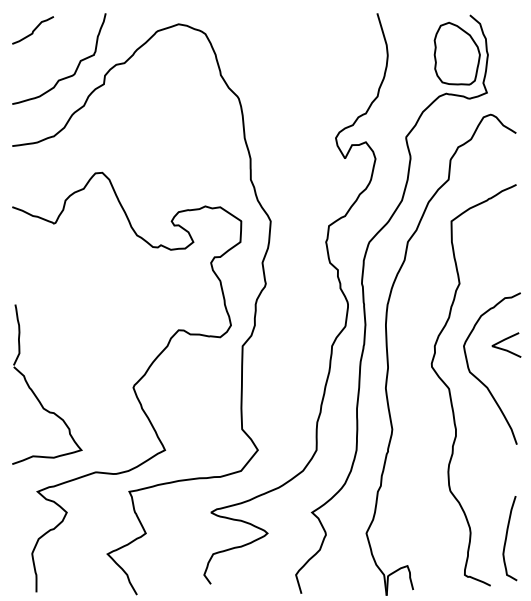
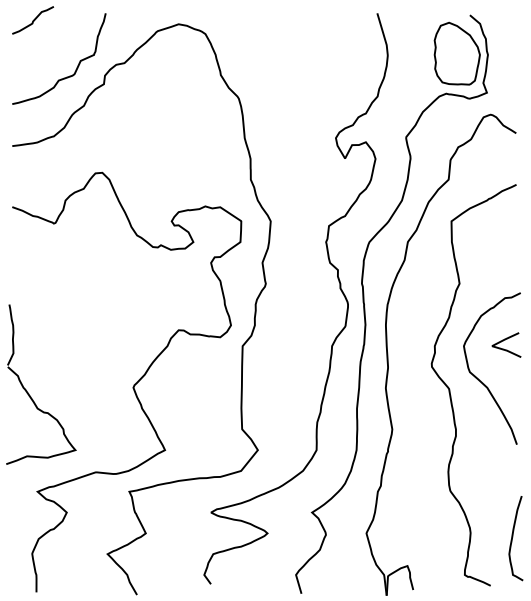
curve at (33, 30) position: (33, 30) -> (33, 20)
part at (35, 393) position: (35, 393) -> (29, 393)
curve at (507, 537) position: (507, 537) -> (513, 537)
